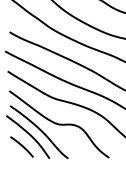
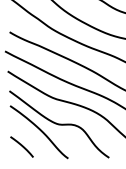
curve at (29, 135): present -> none
